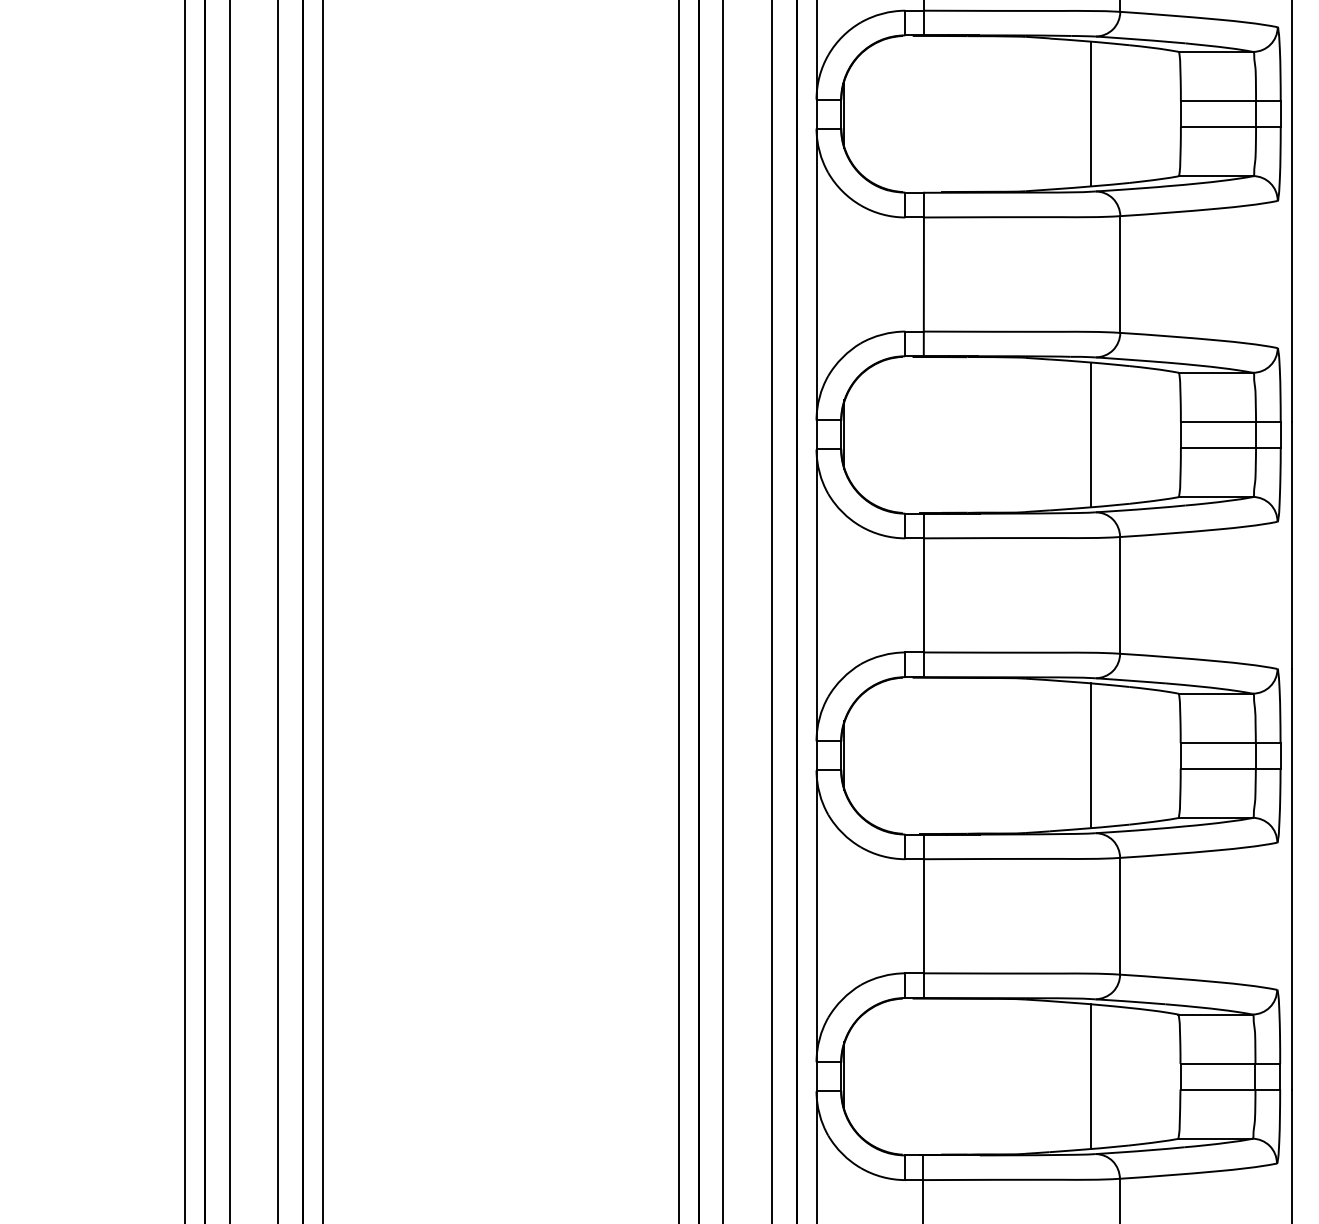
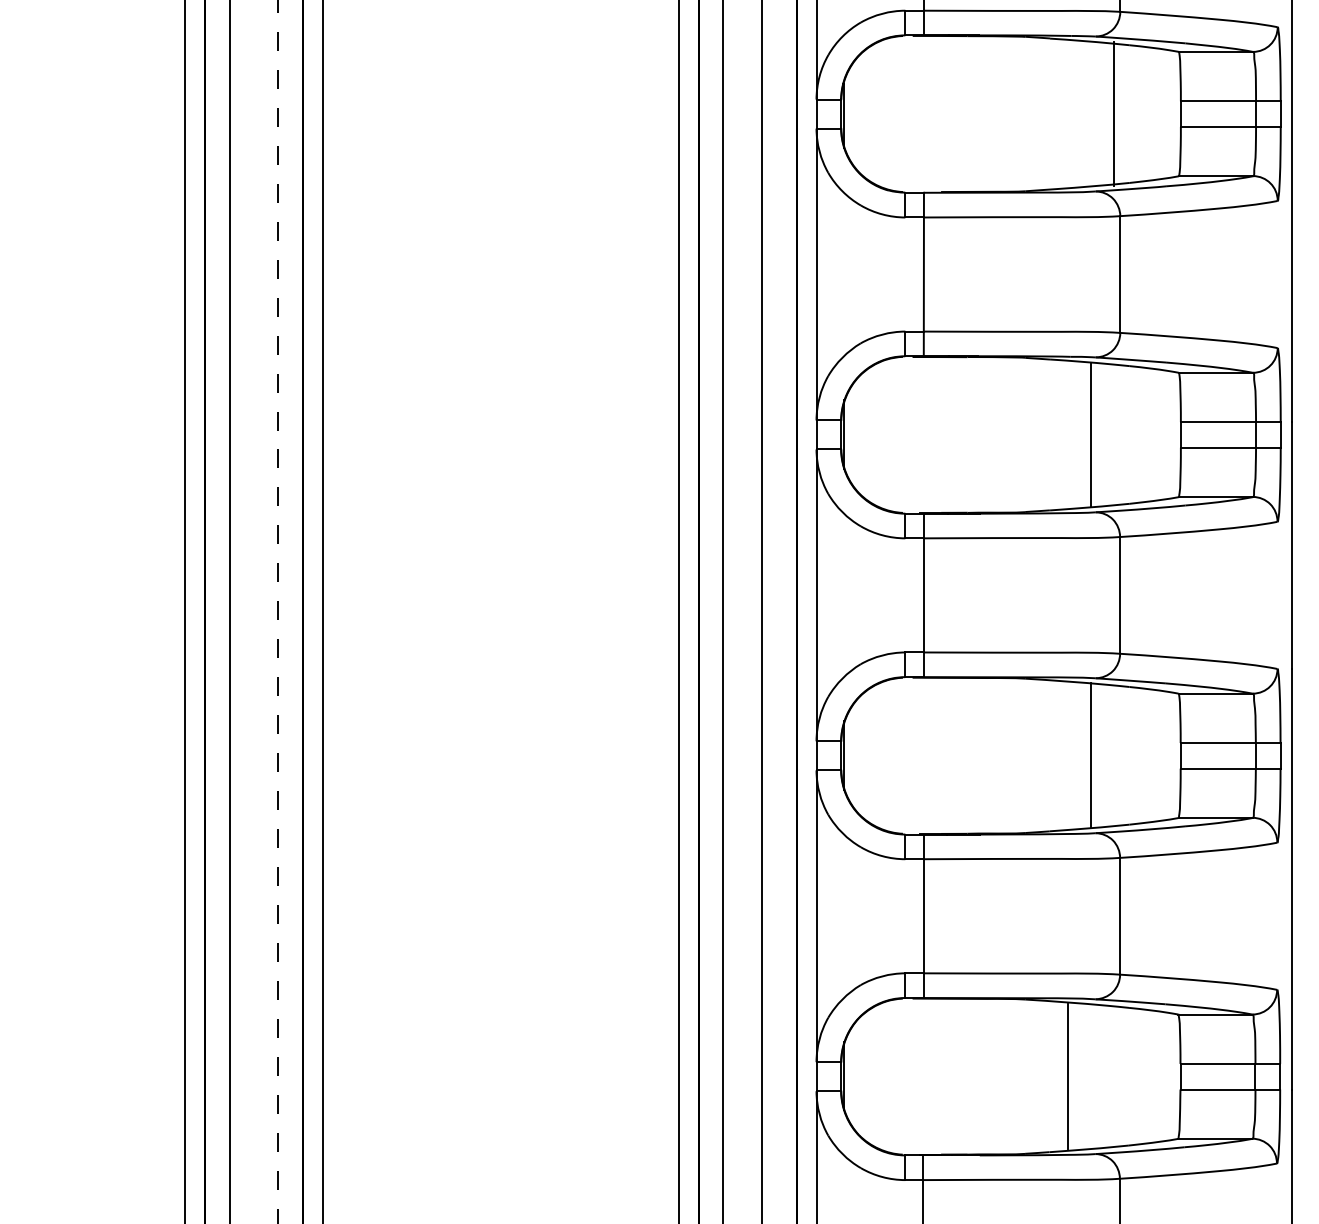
line at (1091, 113) position: (1091, 113) -> (1114, 113)
line at (278, 611): solid -> dashed
line at (771, 611) position: (771, 611) -> (761, 611)
line at (1091, 1076) position: (1091, 1076) -> (1068, 1076)
